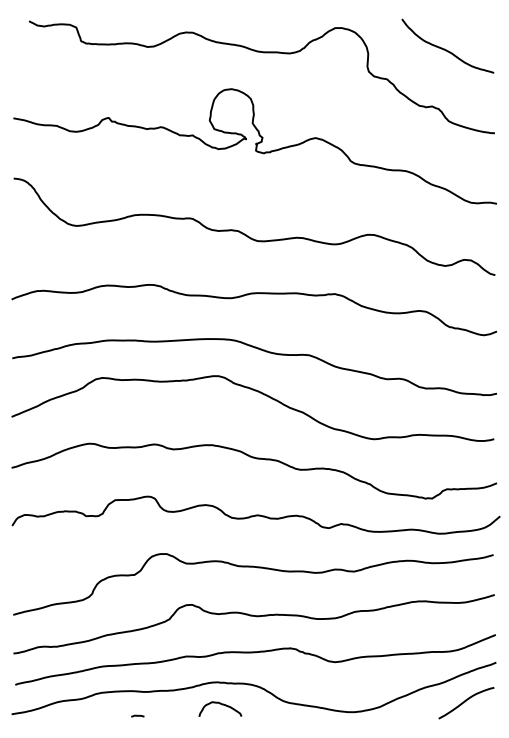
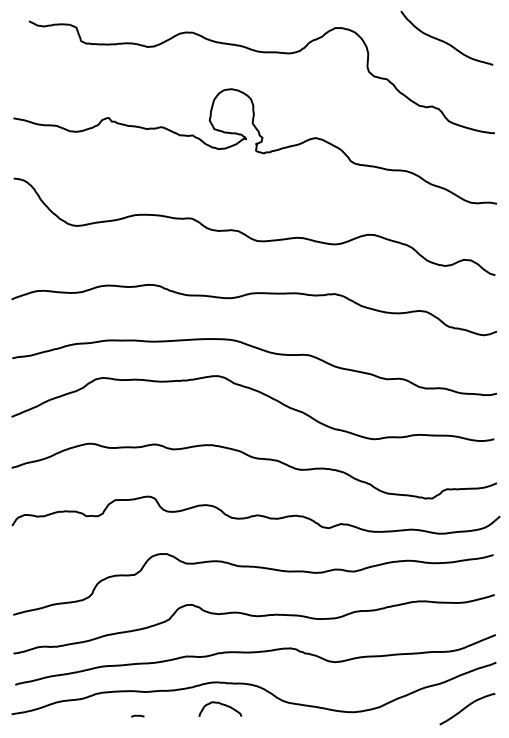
curve at (446, 49) position: (446, 49) -> (445, 41)
curve at (465, 702) position: (465, 702) -> (466, 708)
